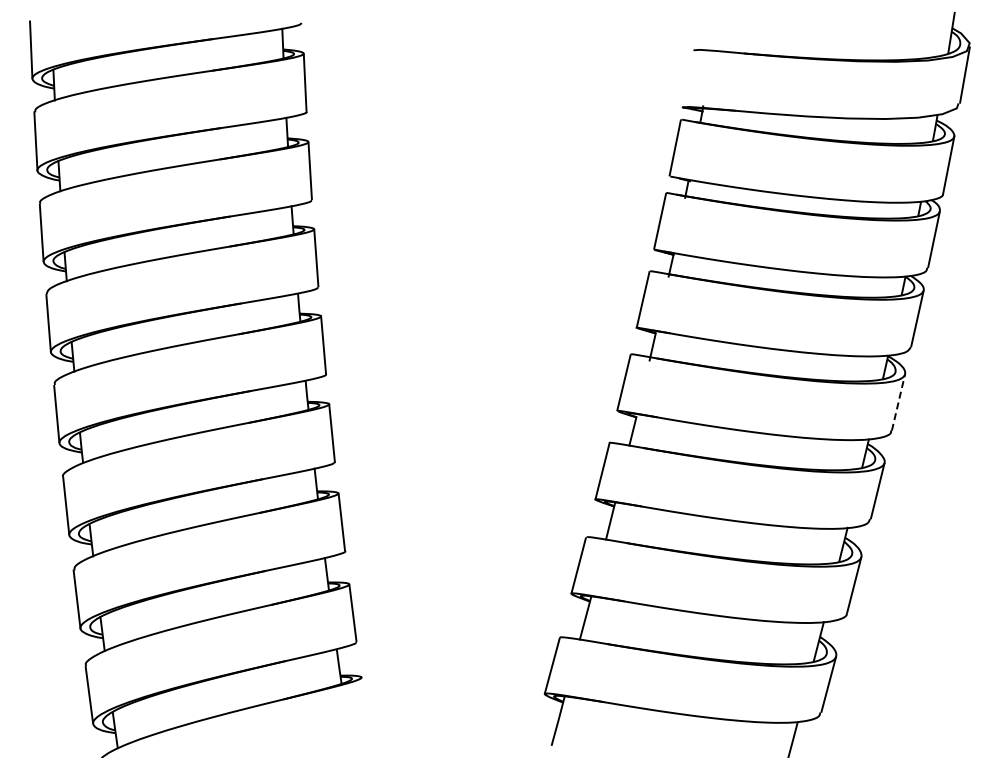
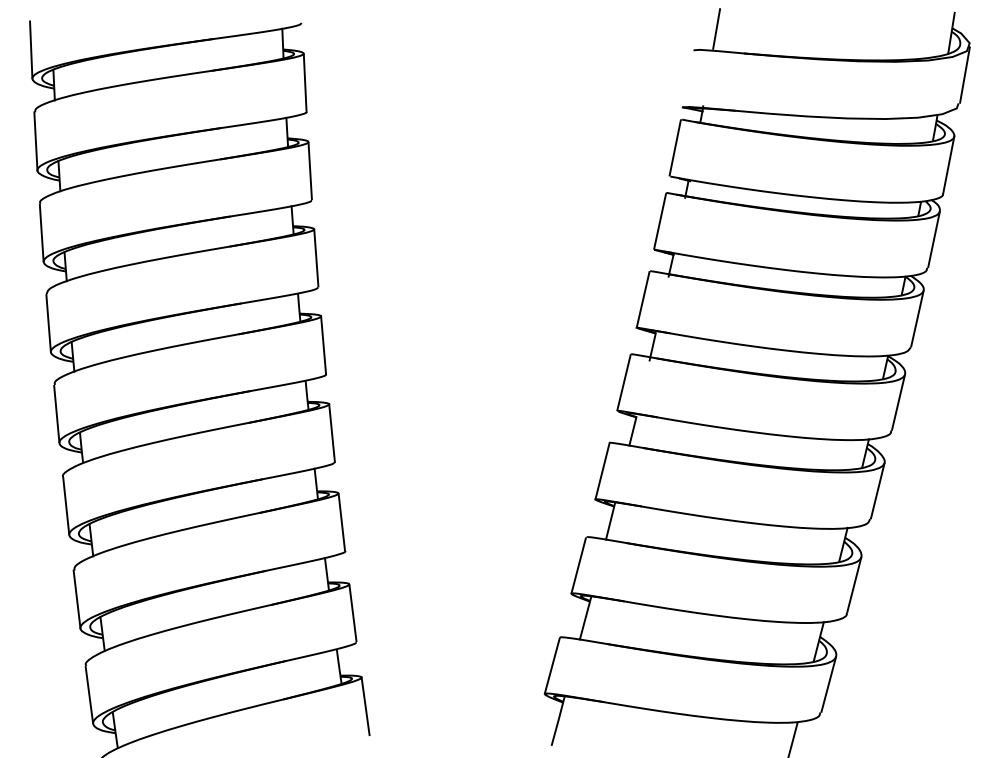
line at (716, 28): none -> present
line at (898, 402): dashed -> solid
line at (365, 706): none -> present
